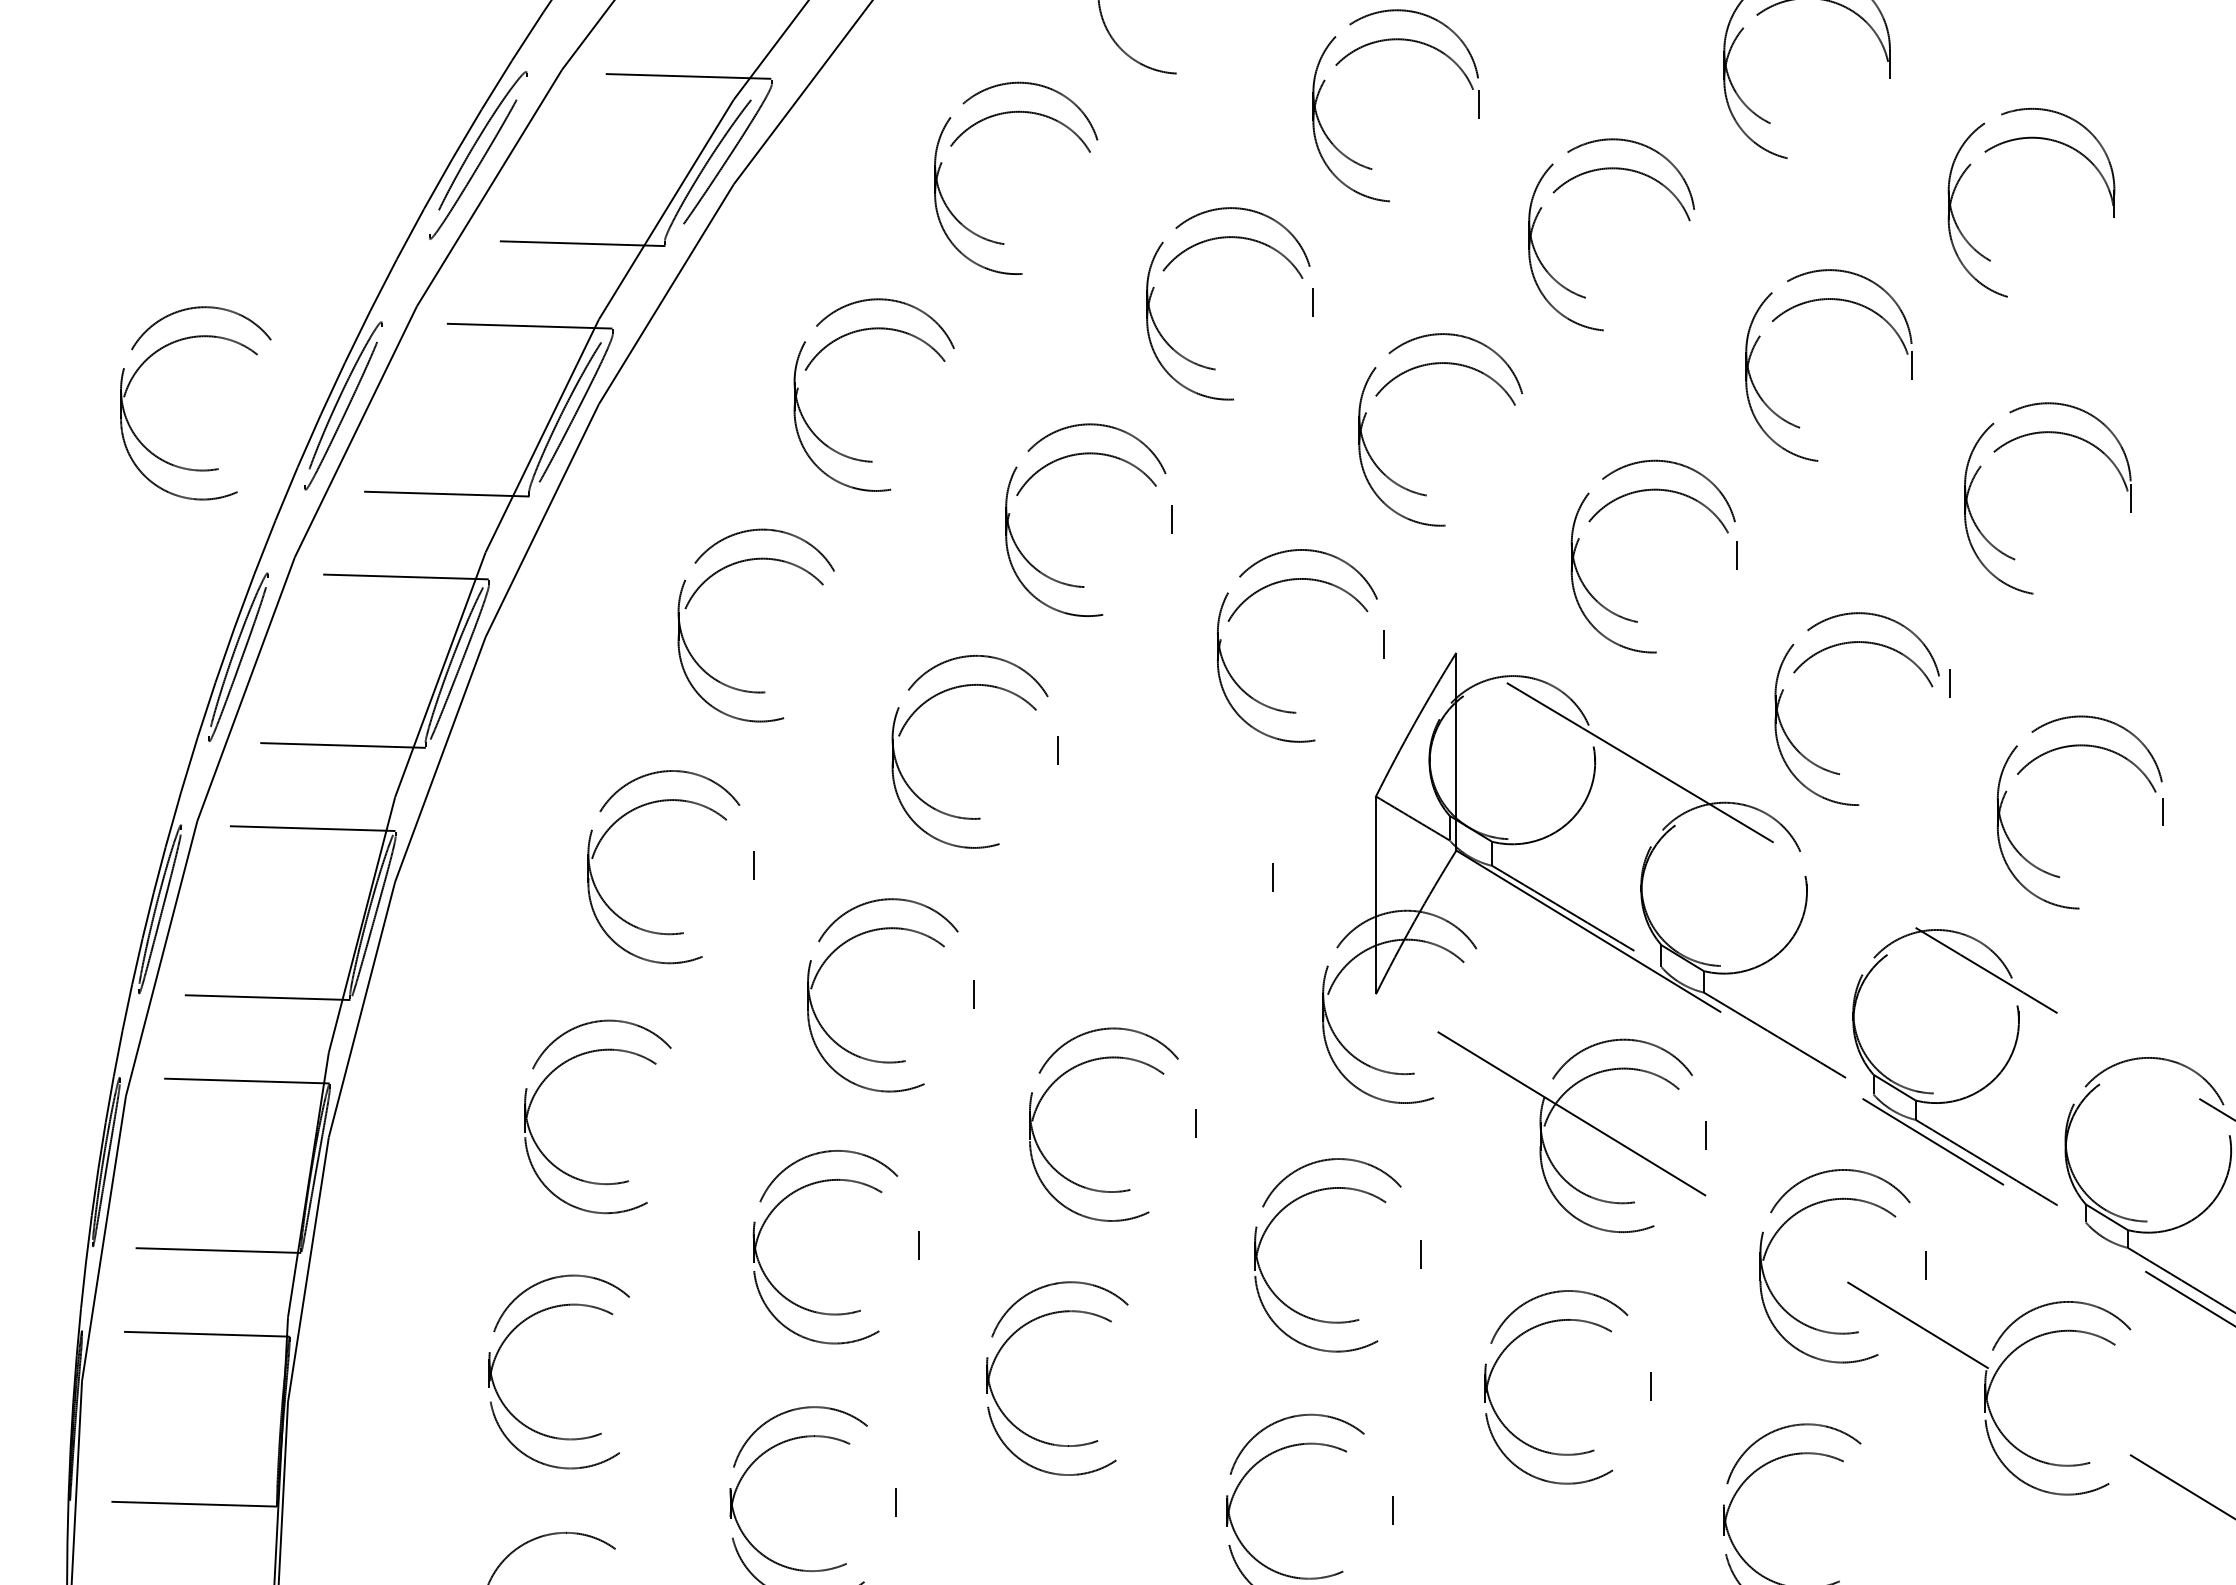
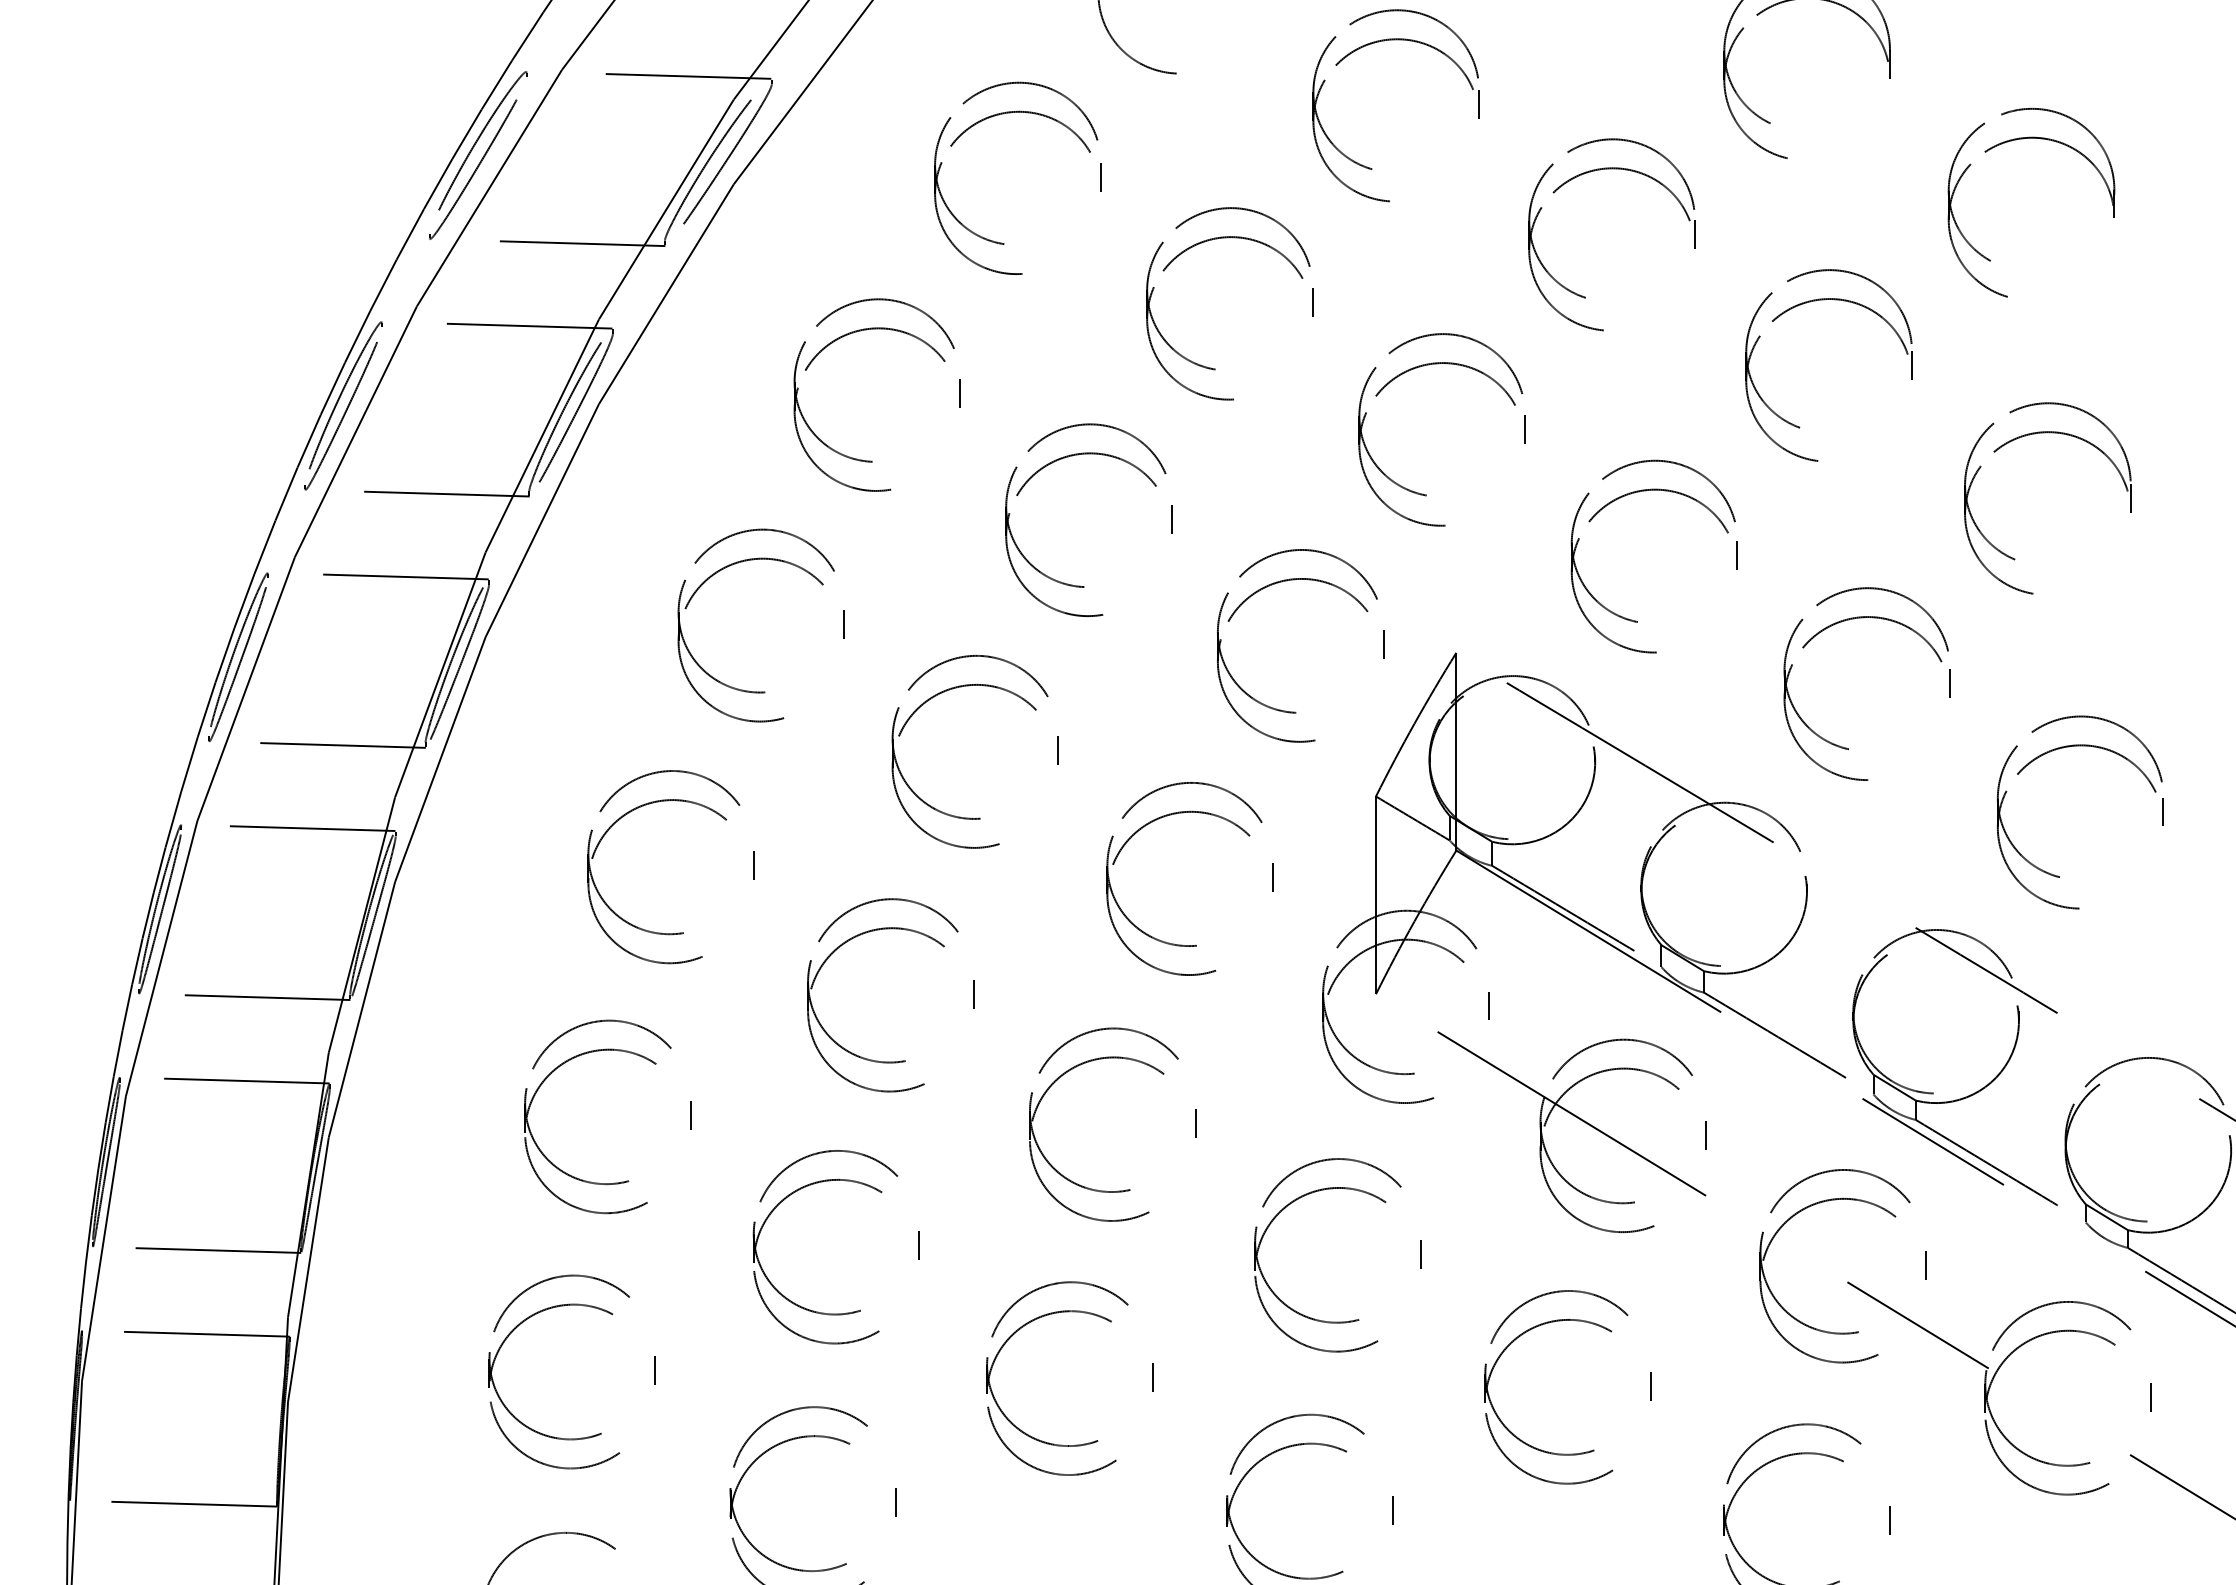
line at (1100, 176): none -> present
line at (1694, 233): none -> present
part at (167, 346): present -> none
line at (960, 393): none -> present
line at (1524, 428): none -> present
line at (844, 623): none -> present
part at (1845, 644) position: (1845, 644) -> (1854, 619)
part at (1164, 817): none -> present
line at (1488, 1005): none -> present
line at (690, 1115): none -> present
line at (655, 1370): none -> present
line at (1152, 1377): none -> present
line at (2150, 1397): none -> present
line at (1889, 1520): none -> present
